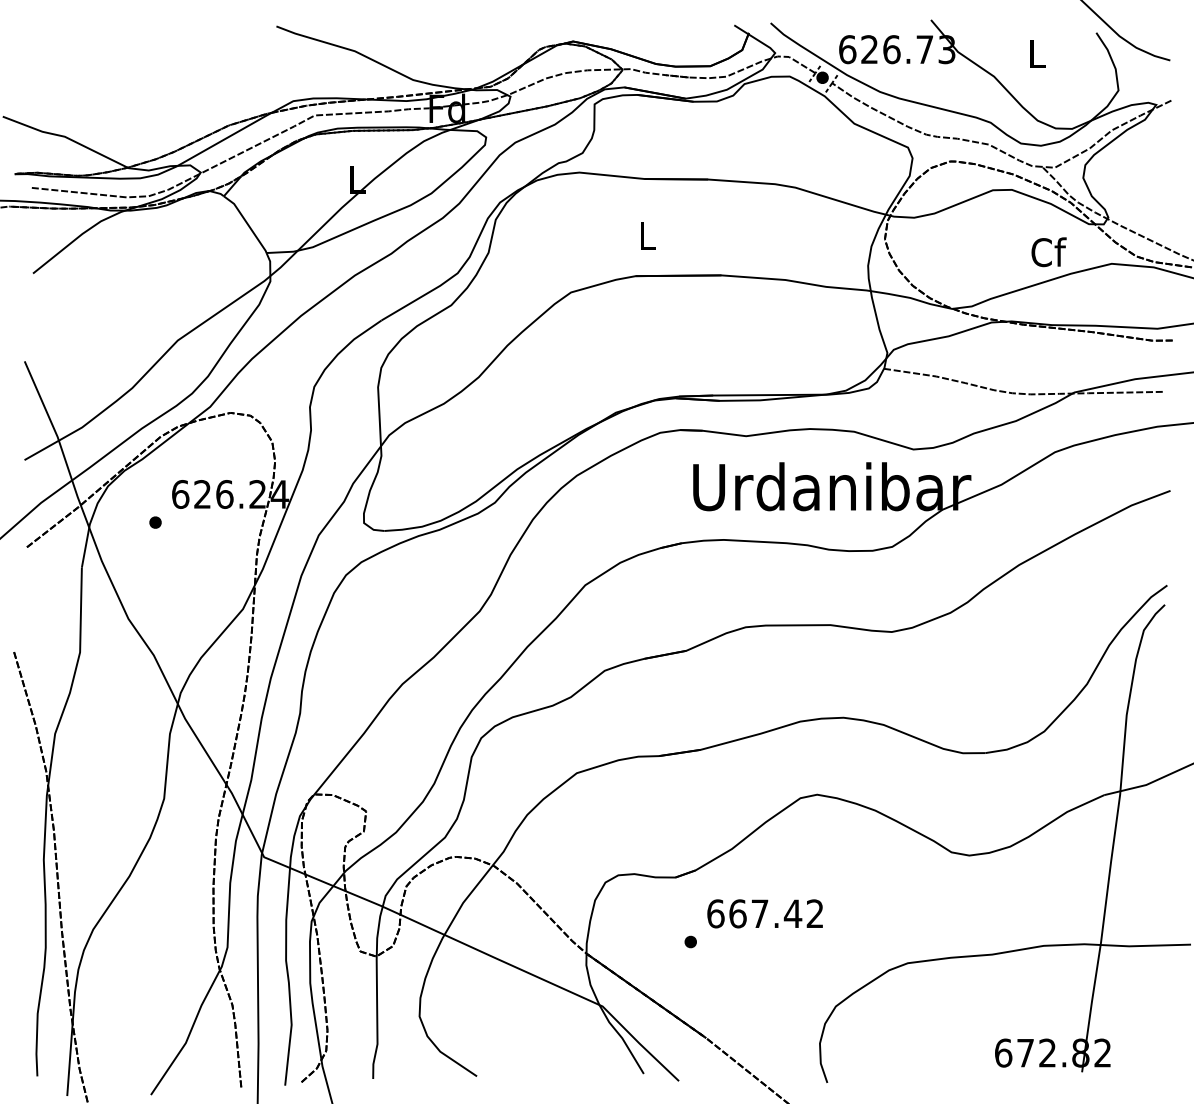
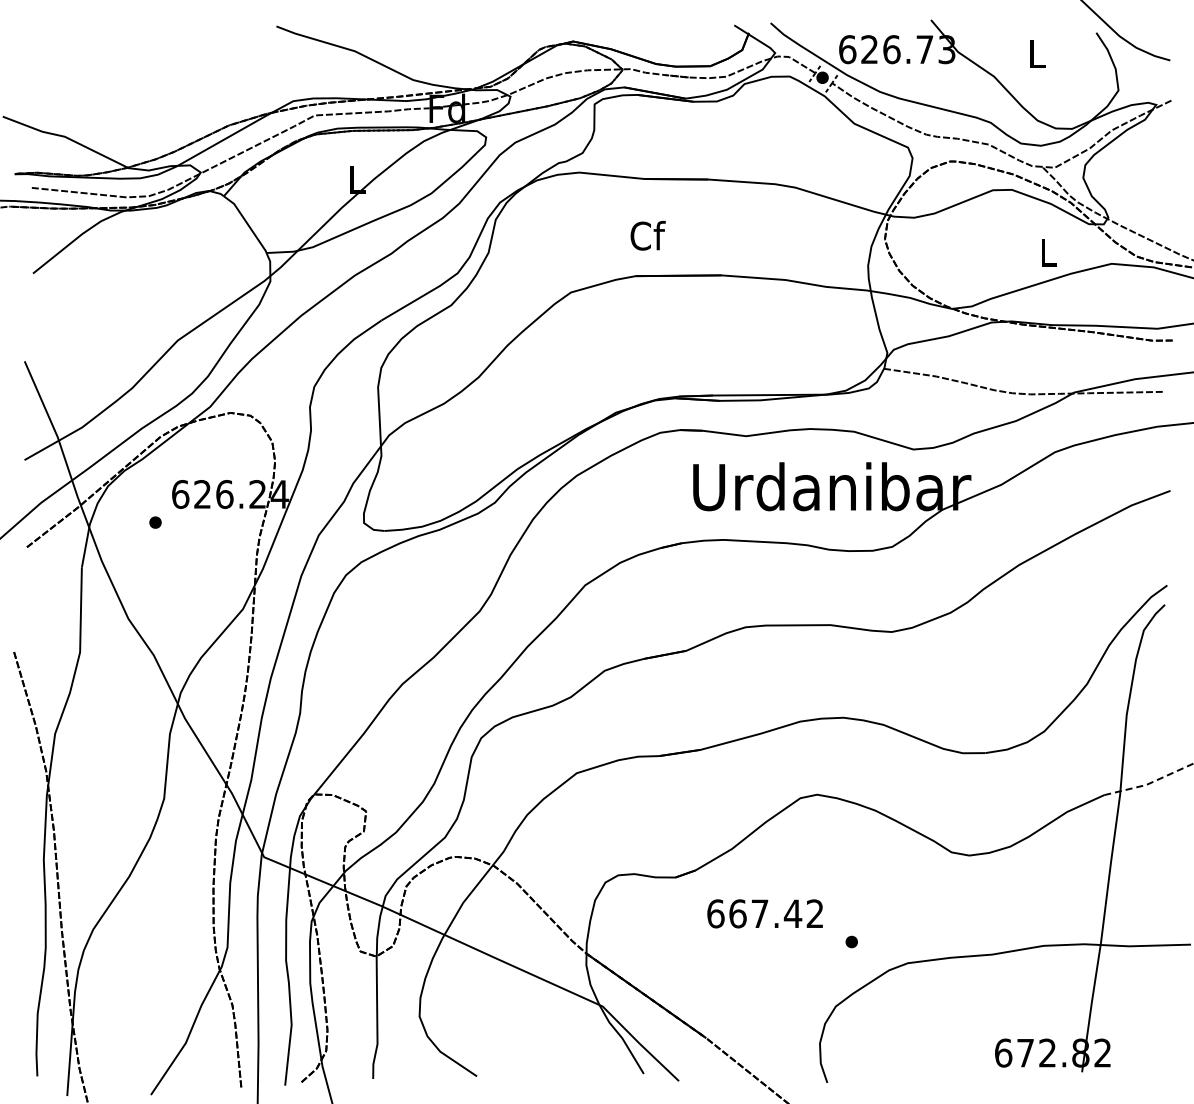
text at (647, 235): L -> Cf
text at (1048, 252): Cf -> L
line at (1149, 783): solid -> dashed
part at (690, 941) position: (690, 941) -> (851, 941)
